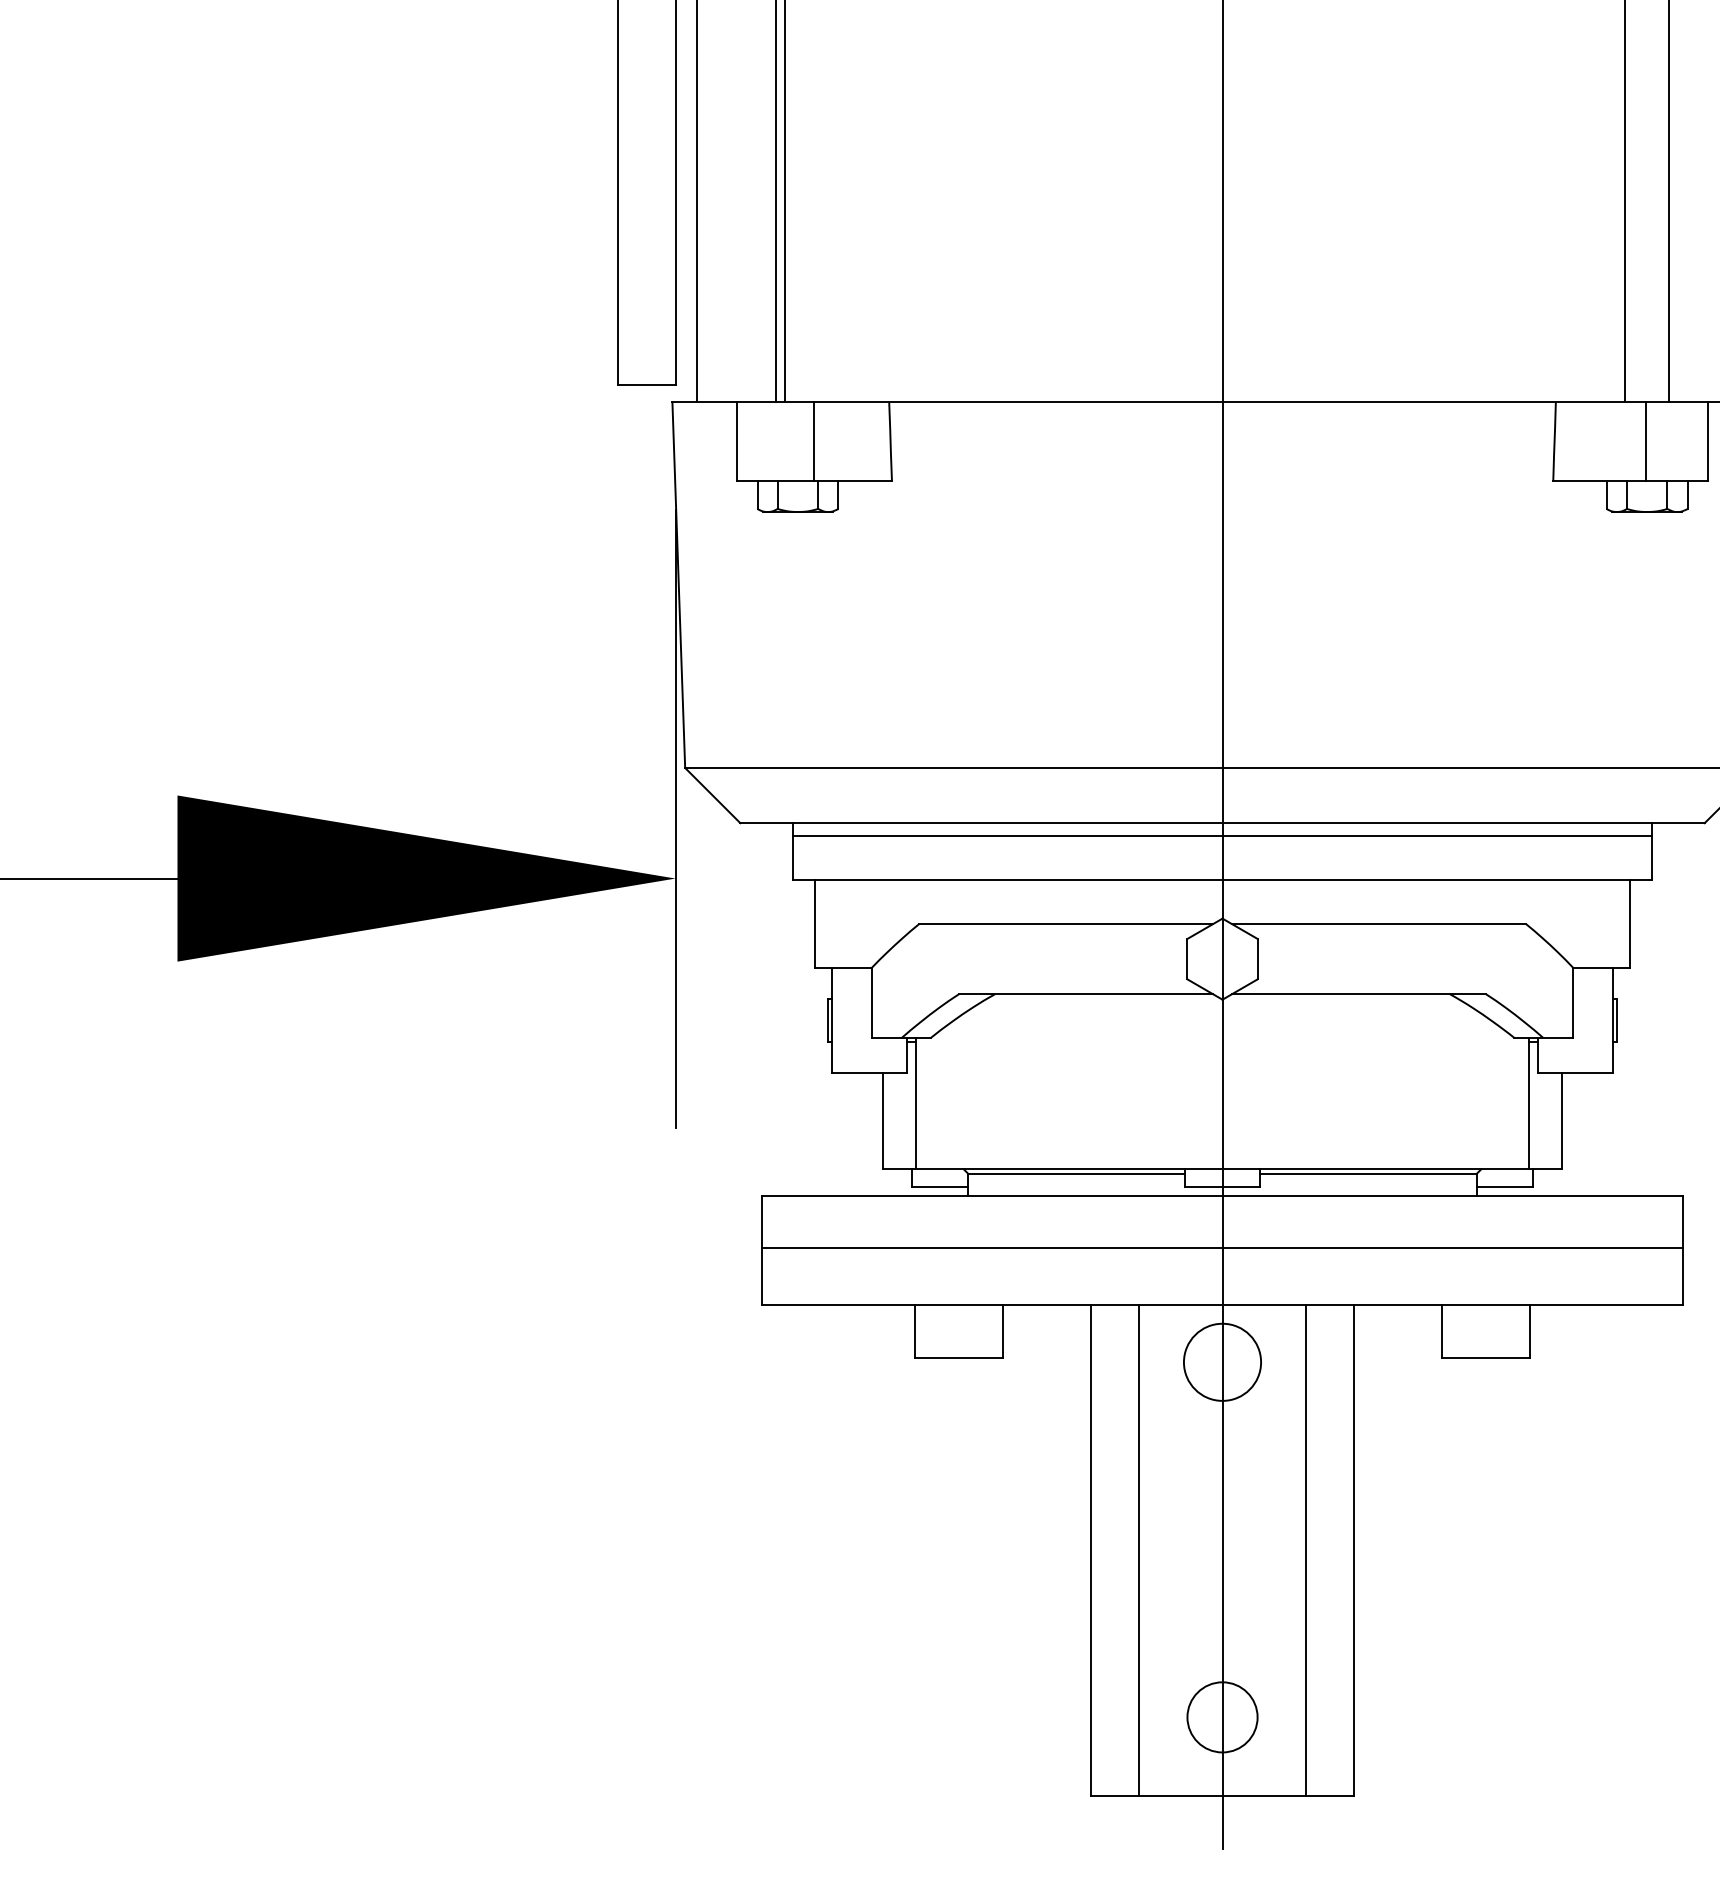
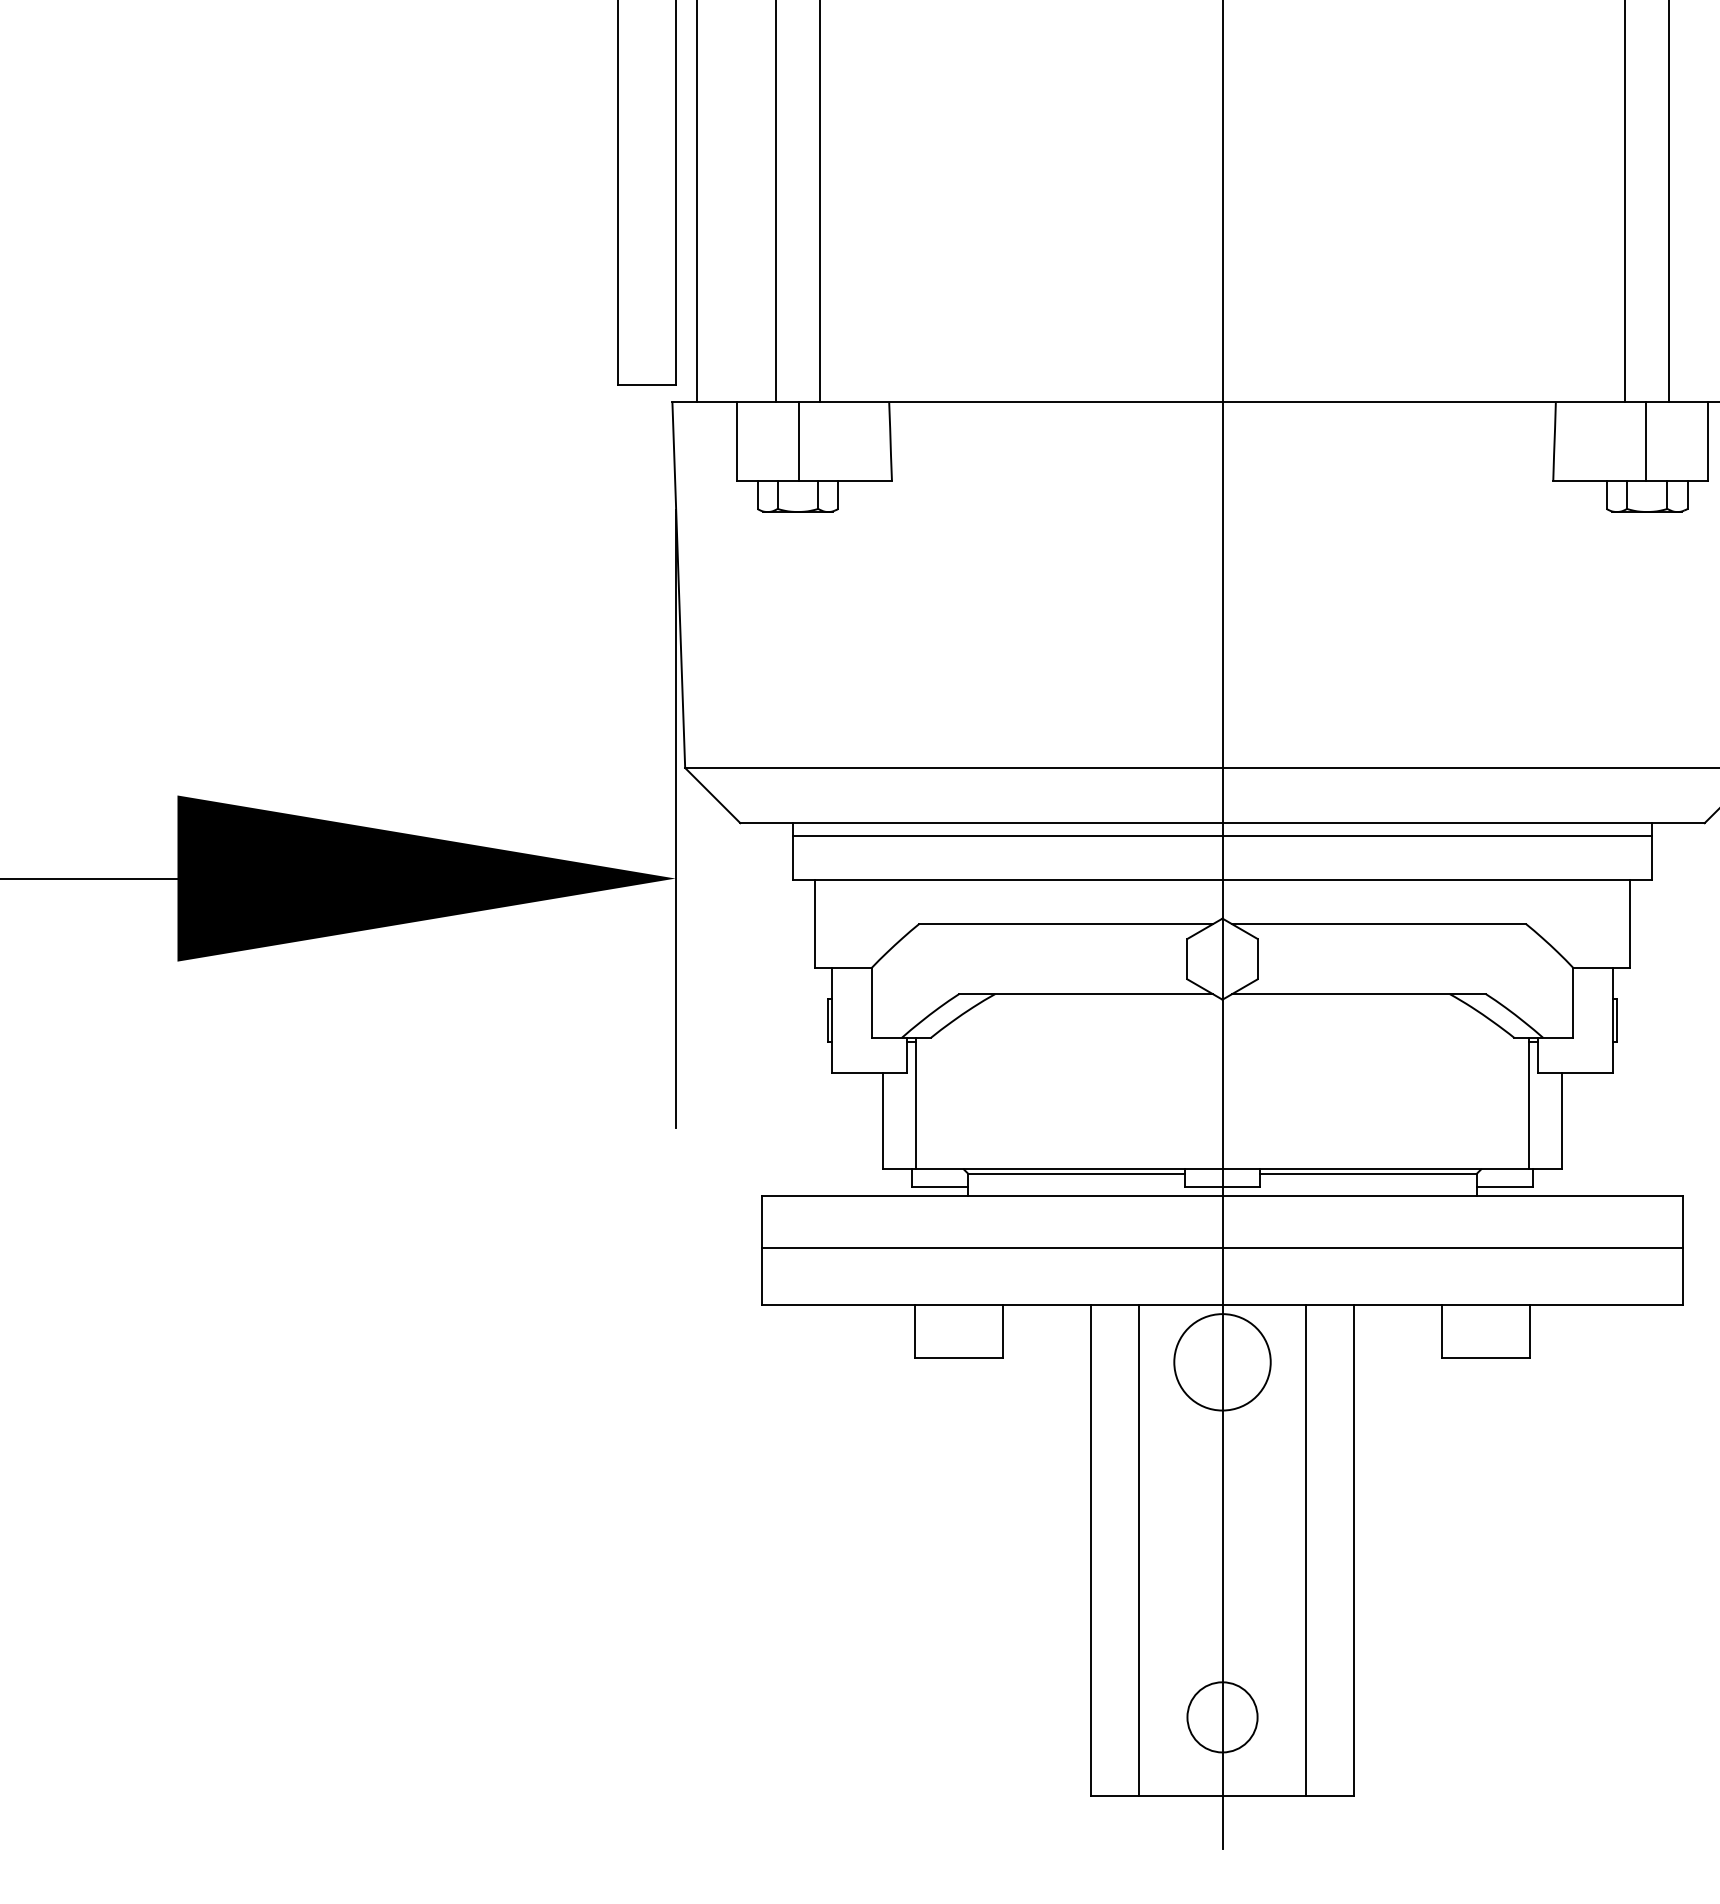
line at (784, 202) position: (784, 202) -> (819, 202)
line at (813, 441) position: (813, 441) -> (798, 441)
circle at (1222, 1361) diameter: 77 px -> 96 px
